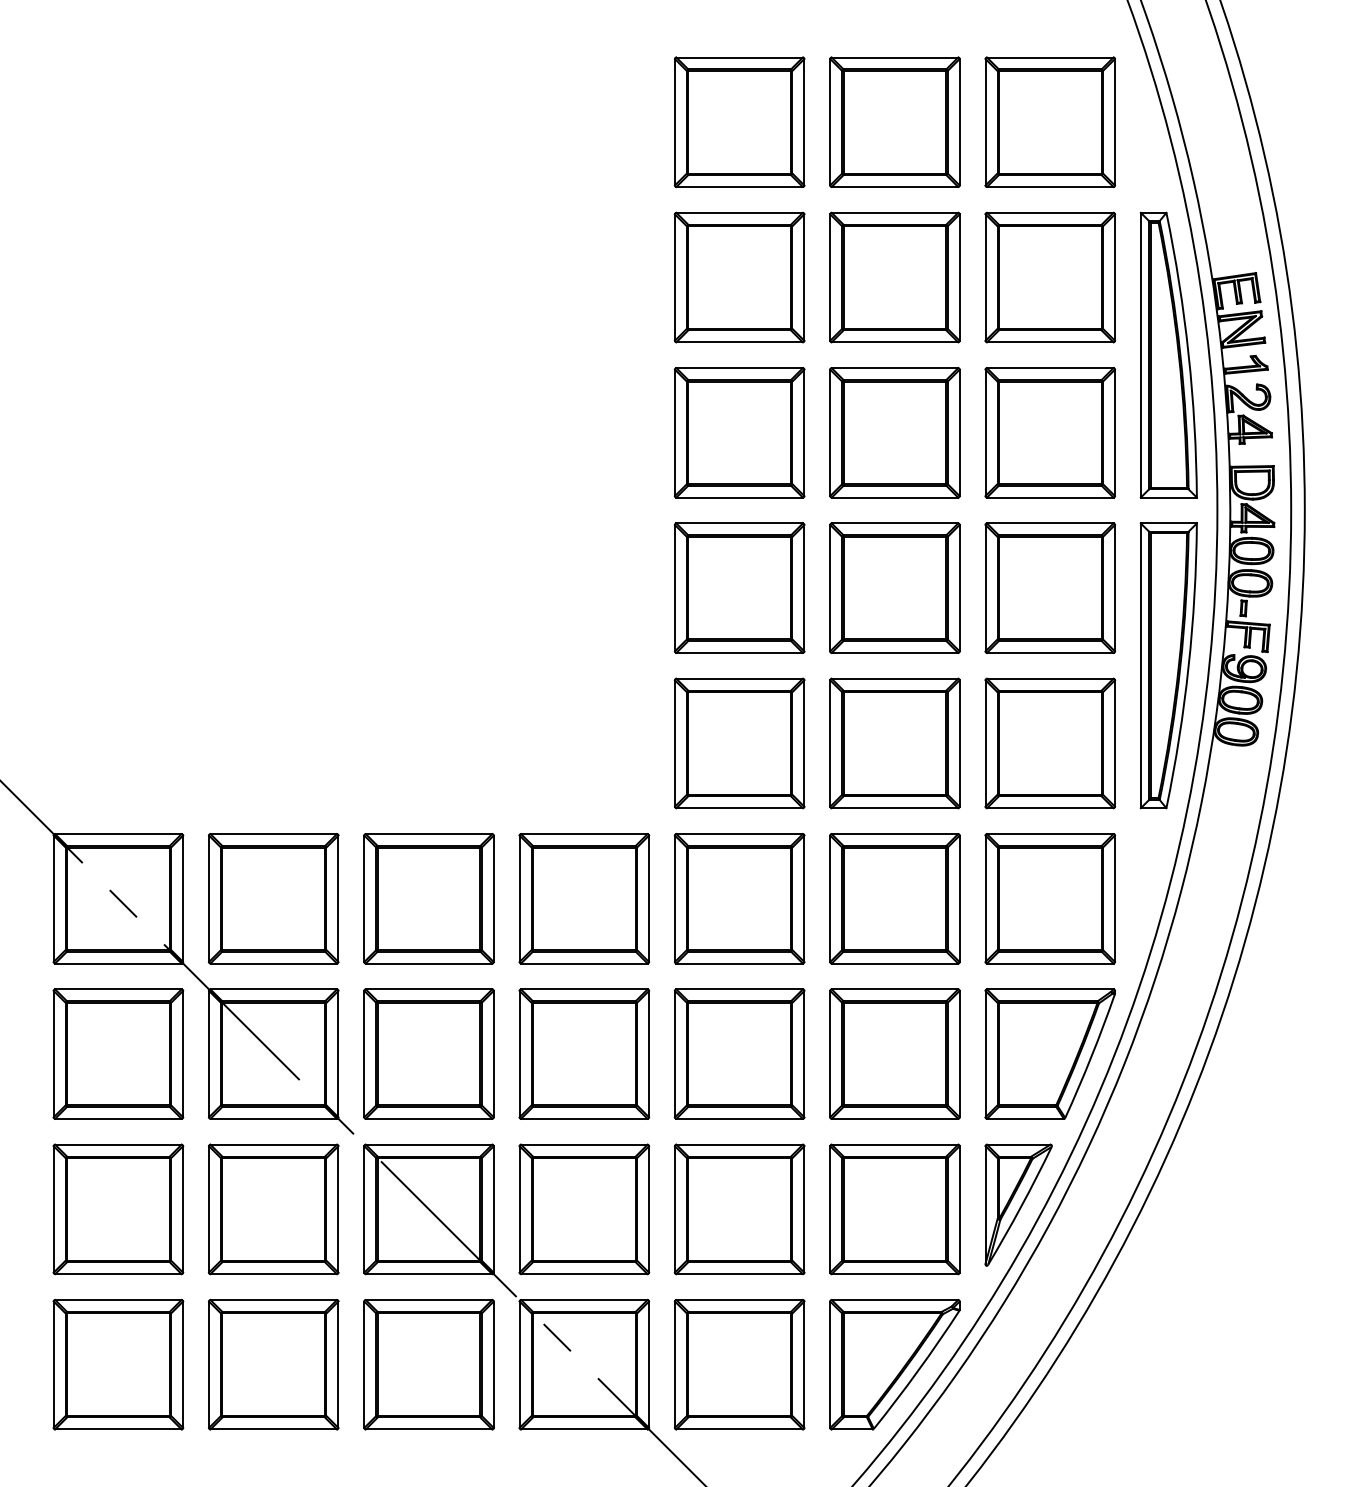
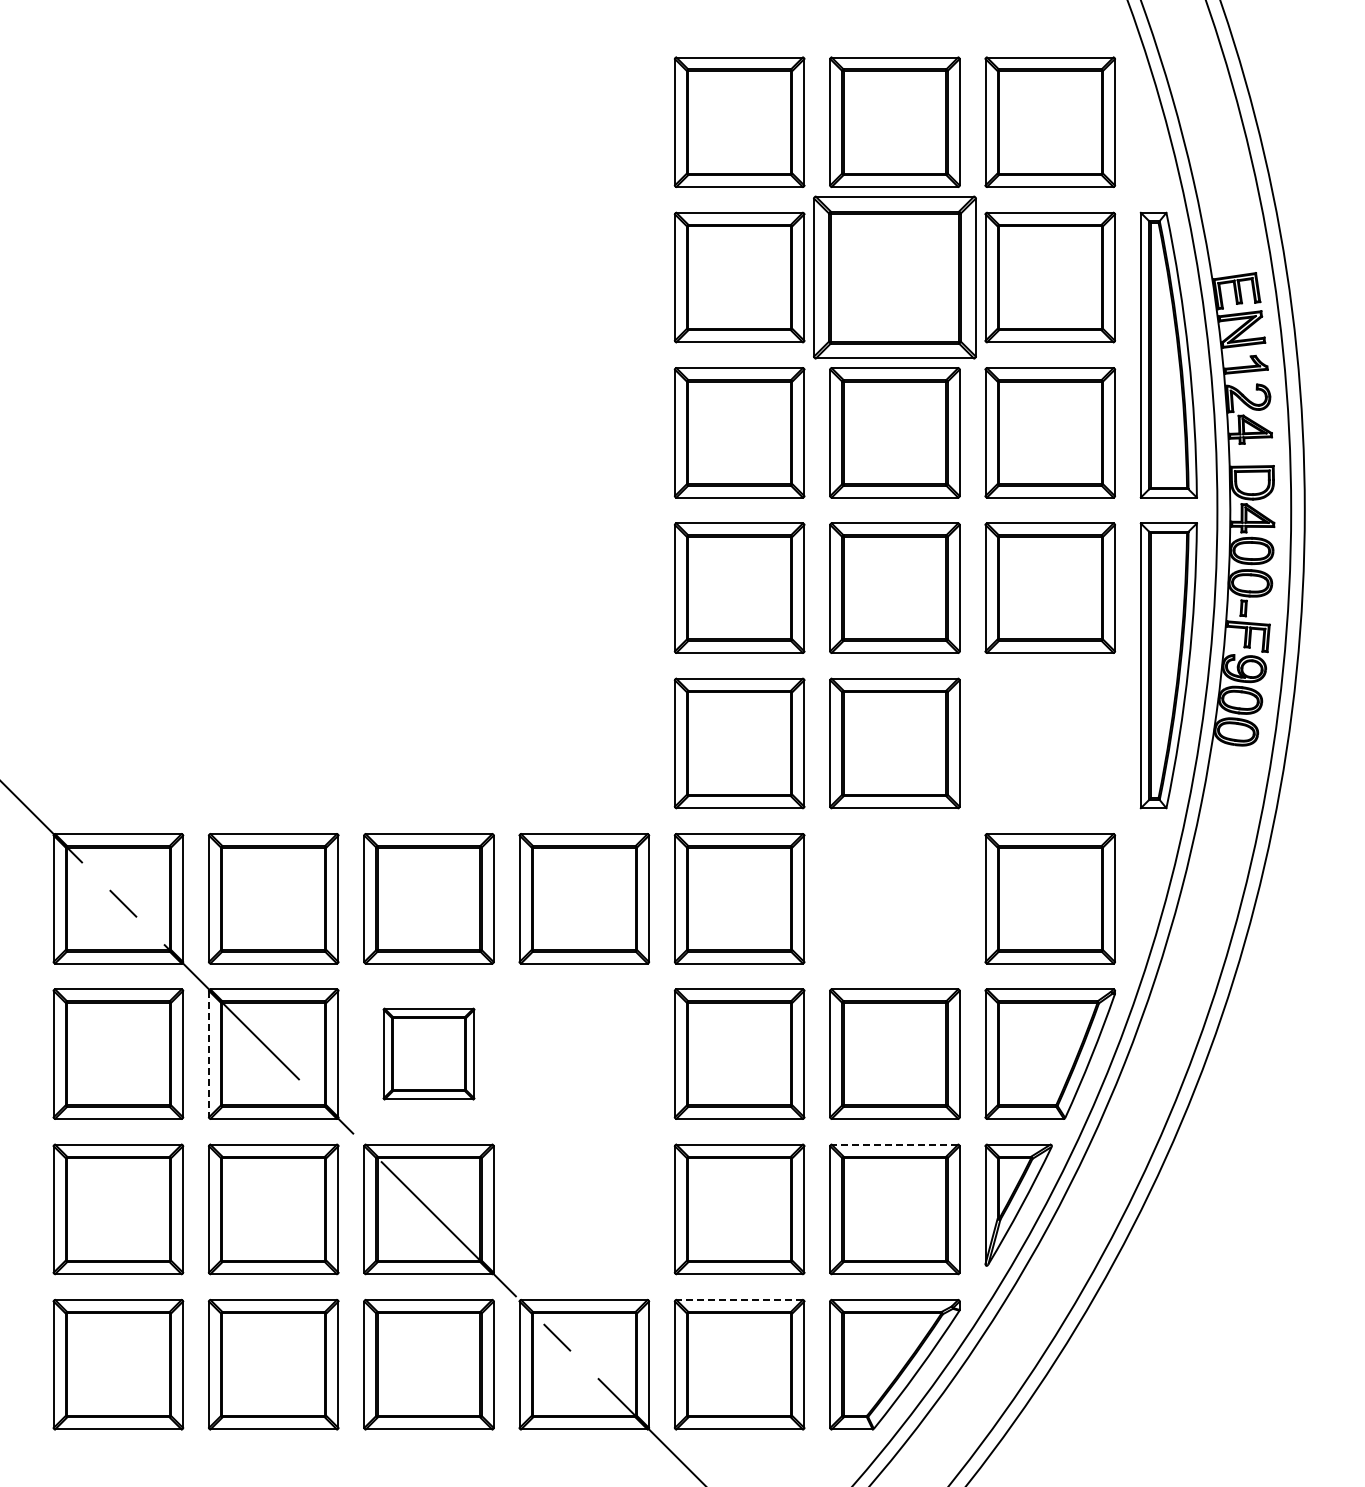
part at (894, 277) size: 132x133 px -> 164x165 px
part at (1050, 743): present -> none
part at (894, 898): present -> none
part at (428, 1053) size: 132x132 px -> 94x94 px
part at (584, 1053): present -> none
line at (209, 1054): solid -> dashed
line at (894, 1144): solid -> dashed
part at (584, 1209): present -> none
line at (739, 1300): solid -> dashed
